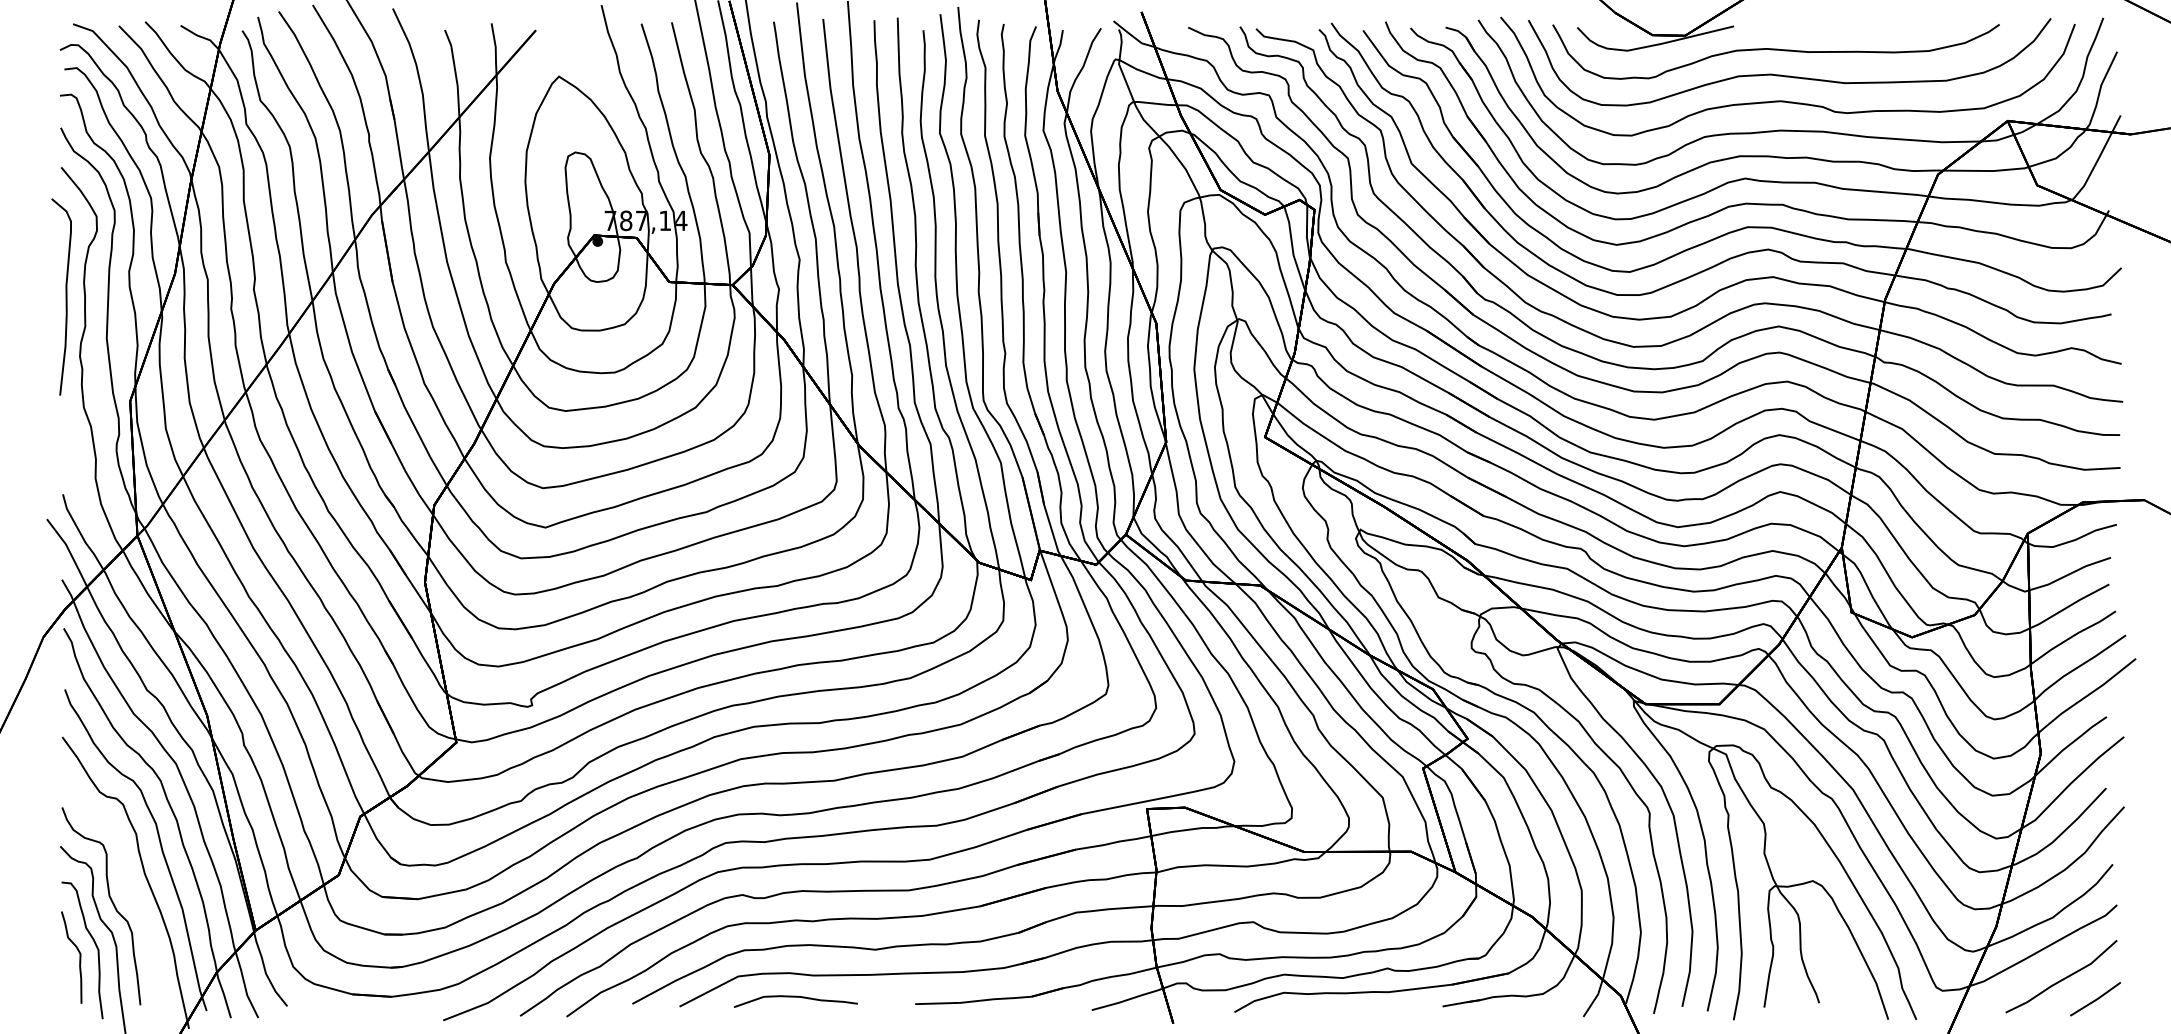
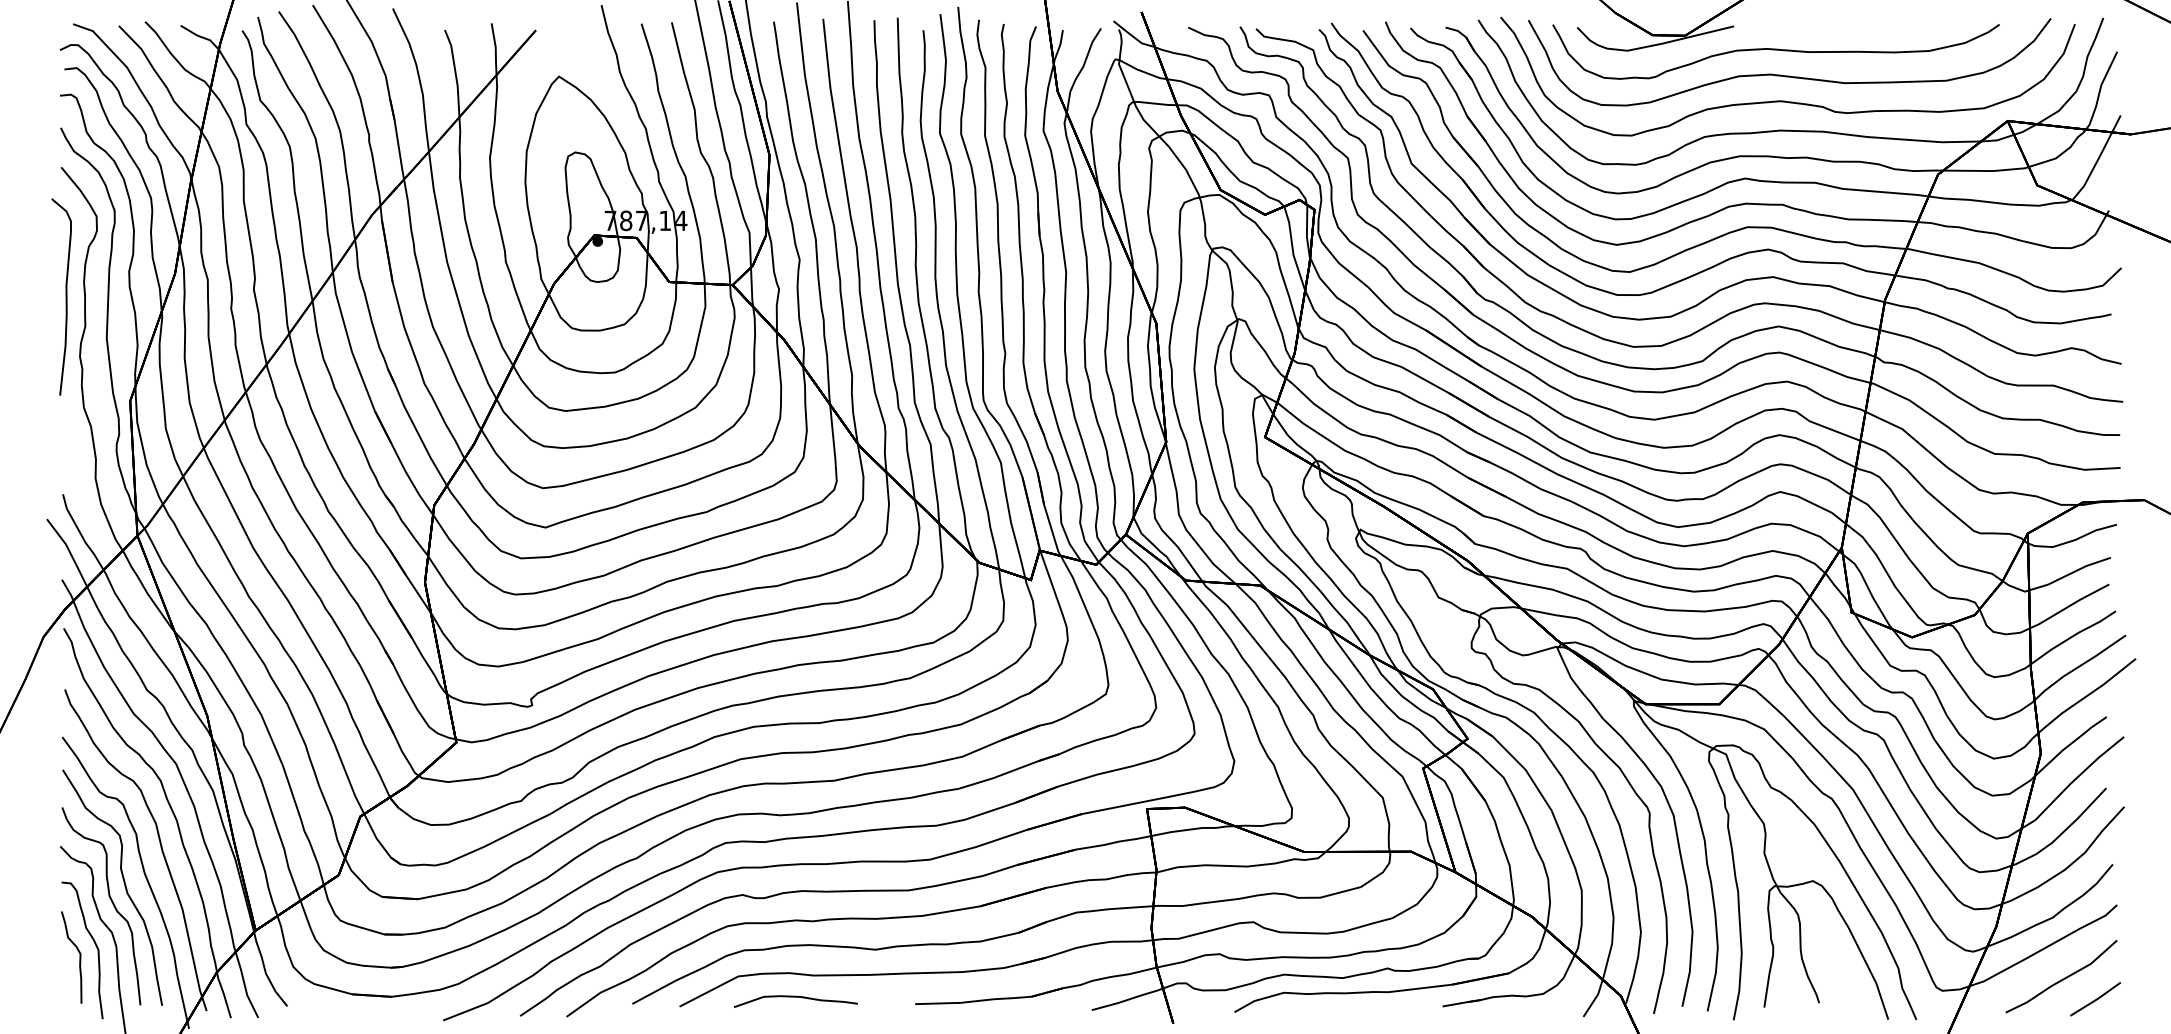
part at (124, 886): none -> present
